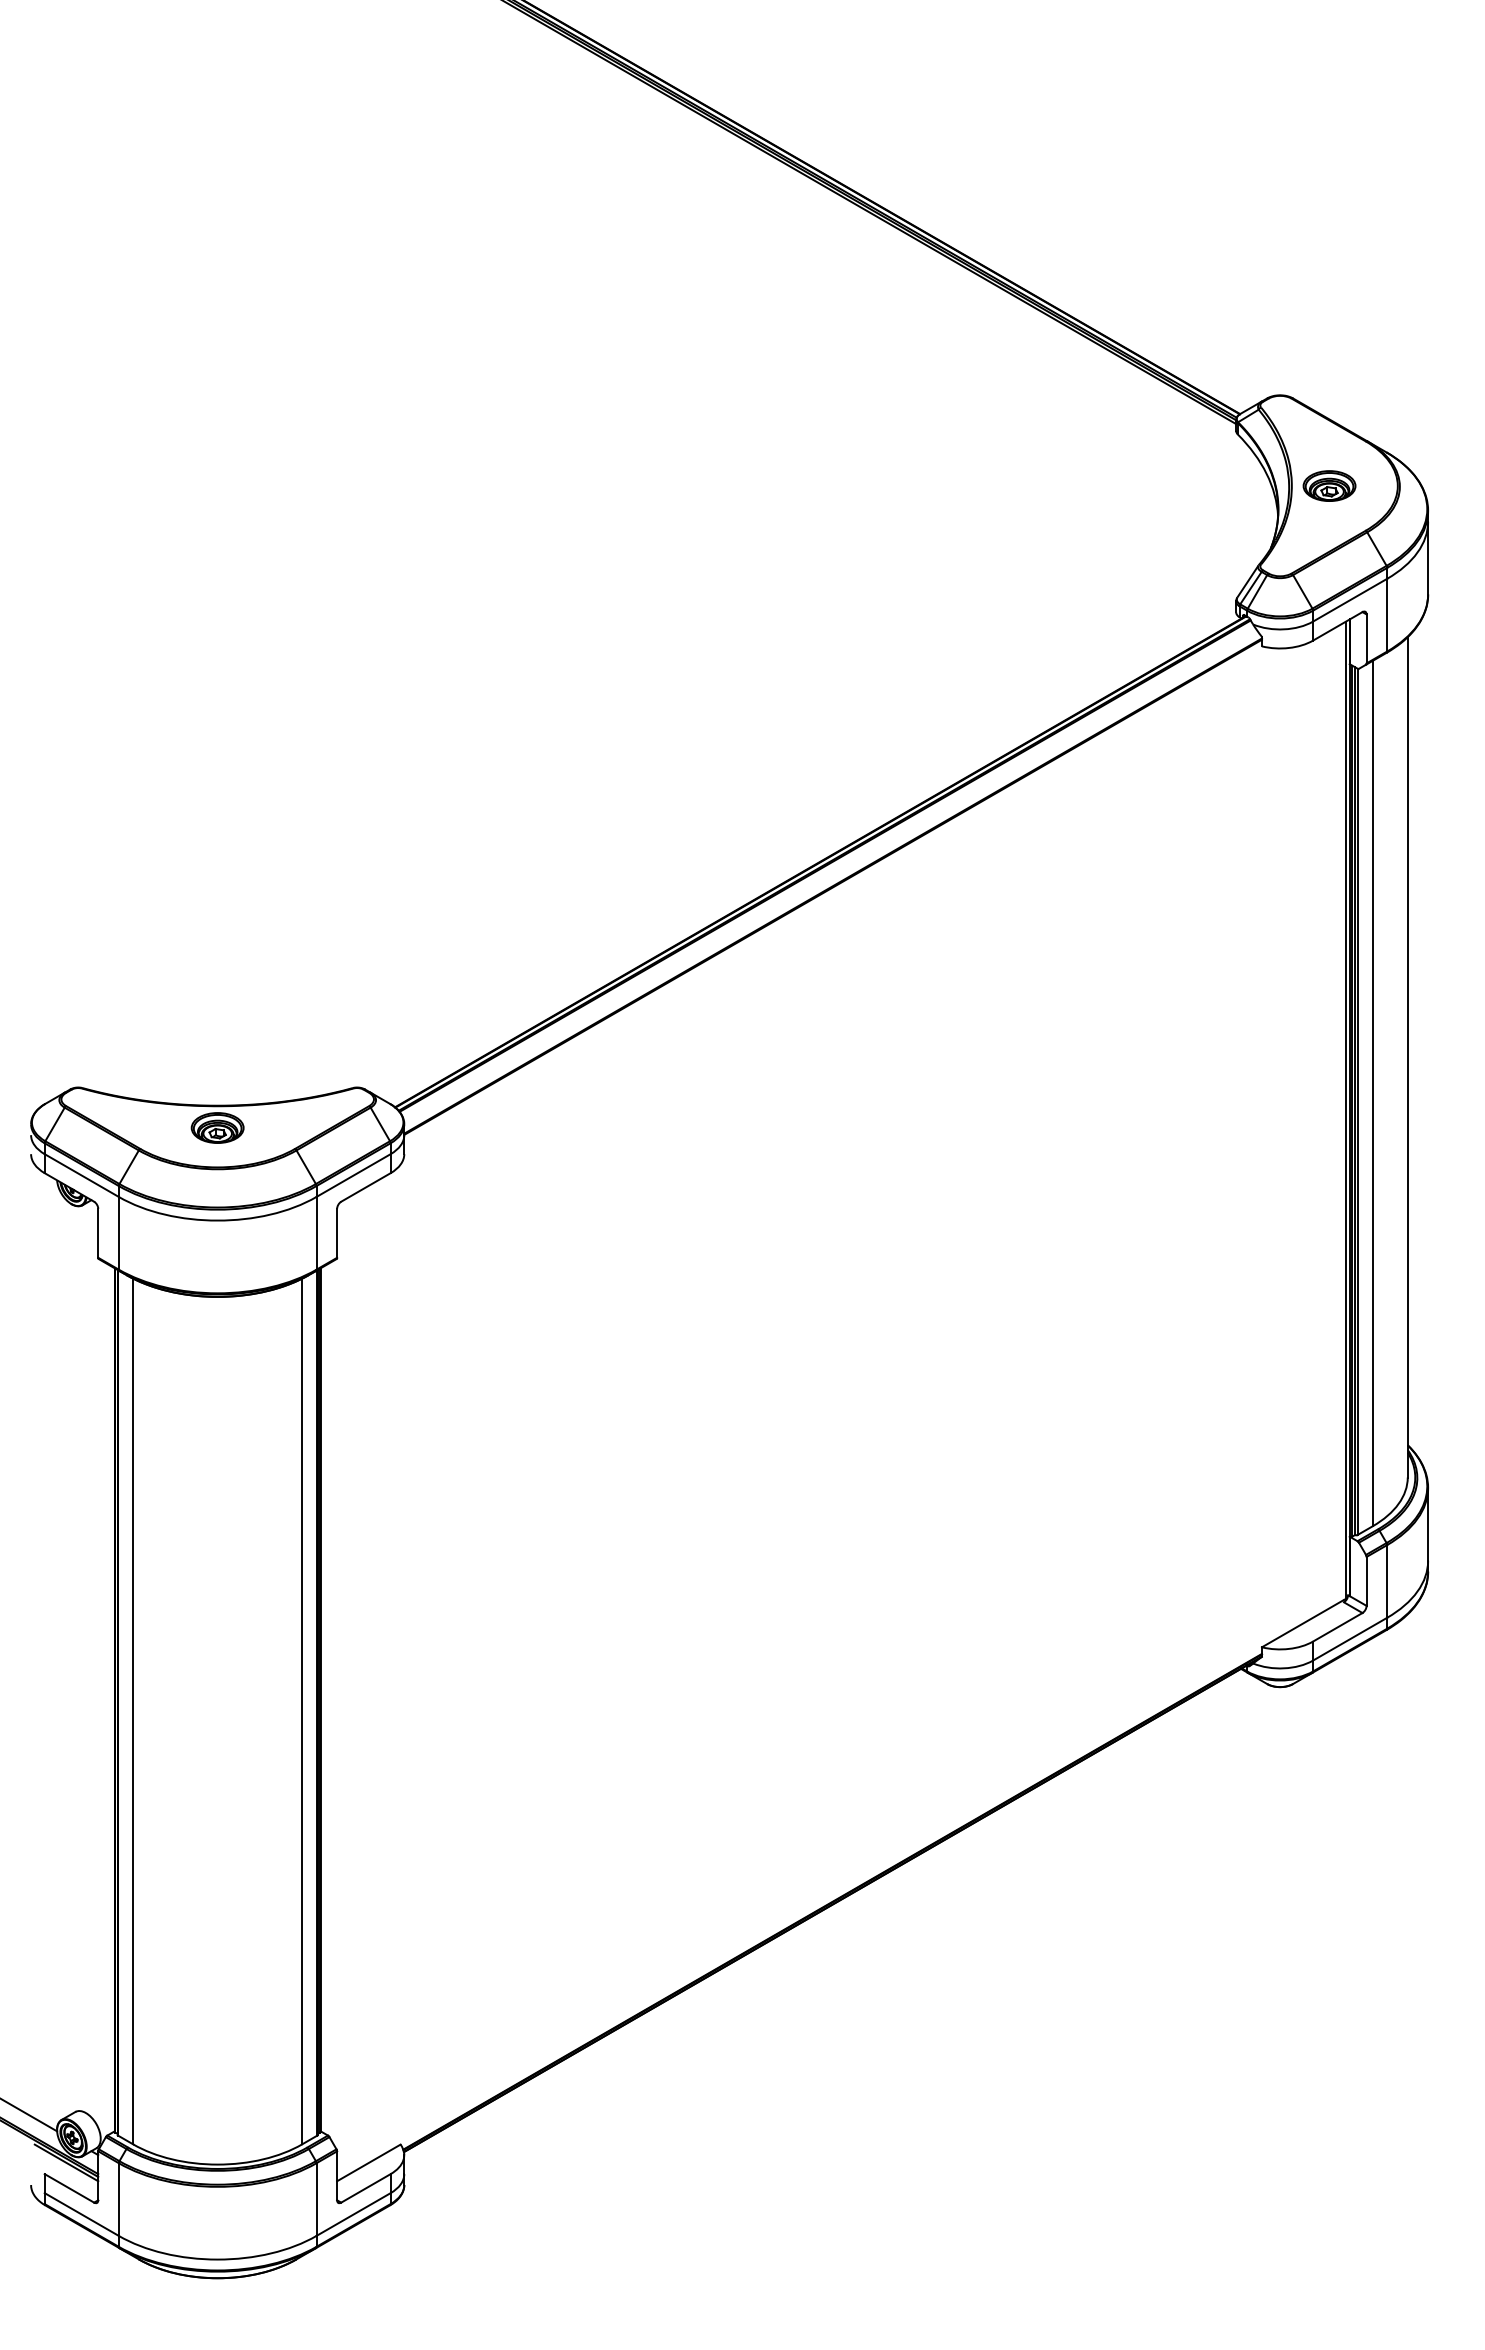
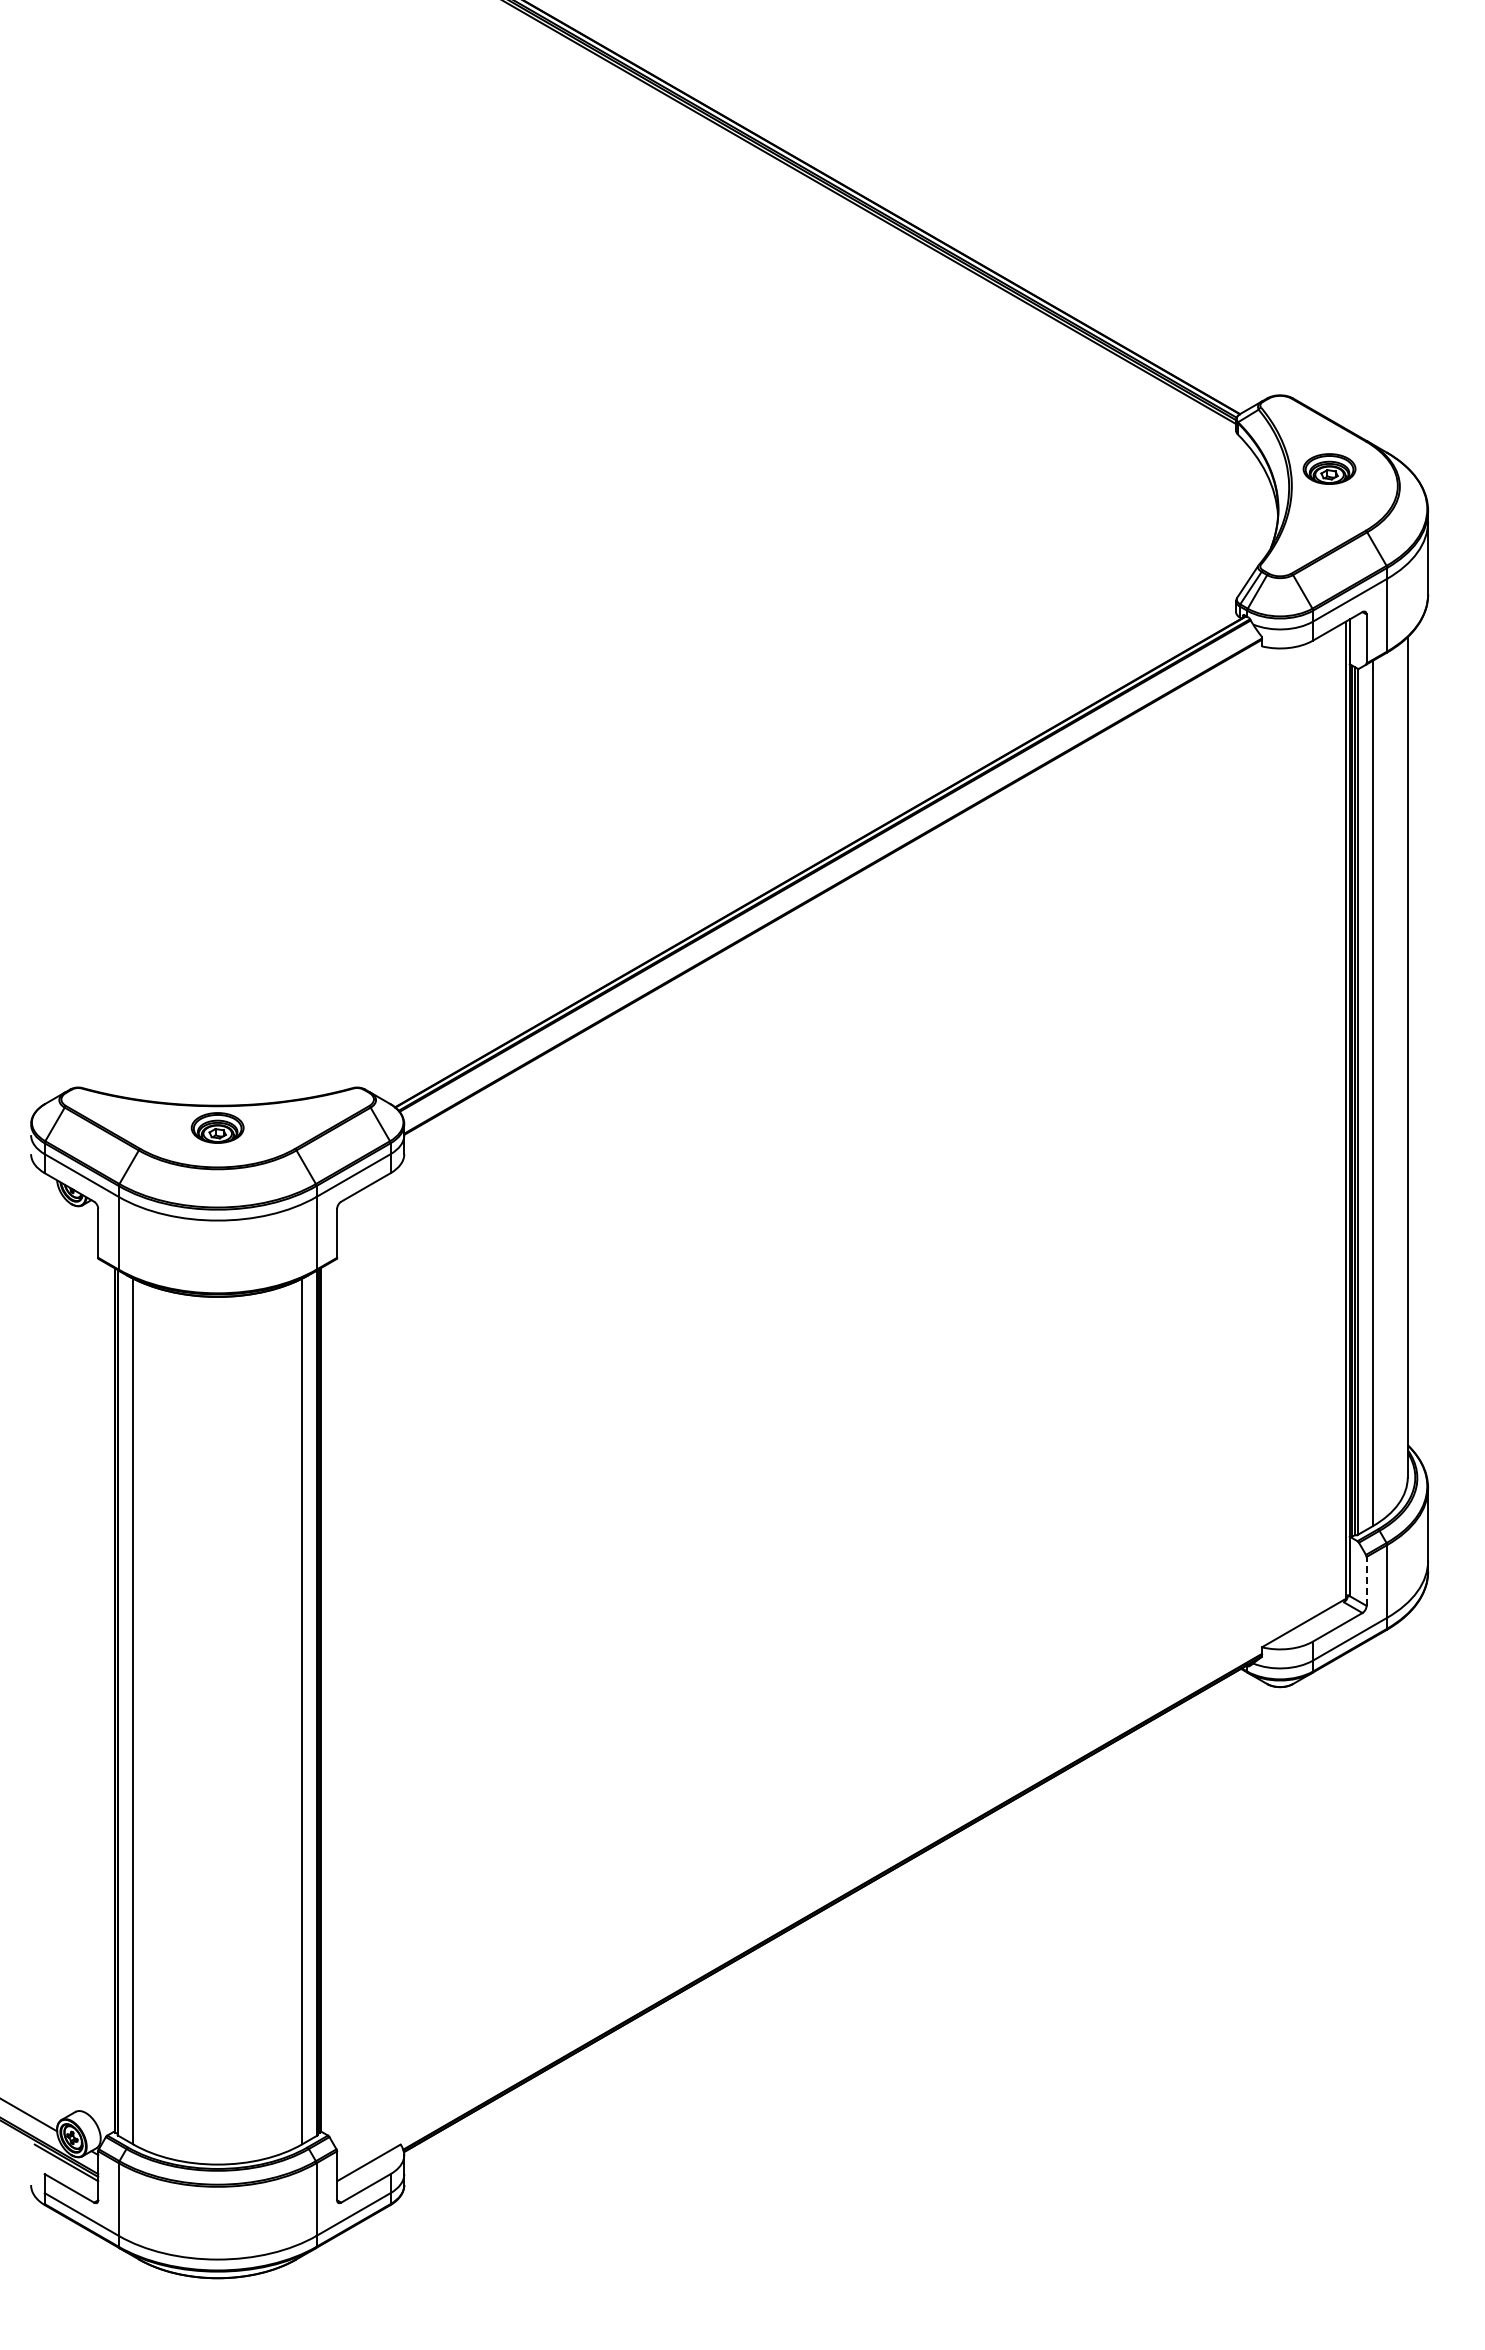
part at (1329, 485) position: (1329, 485) -> (1329, 468)
line at (1366, 1580): solid -> dashed
